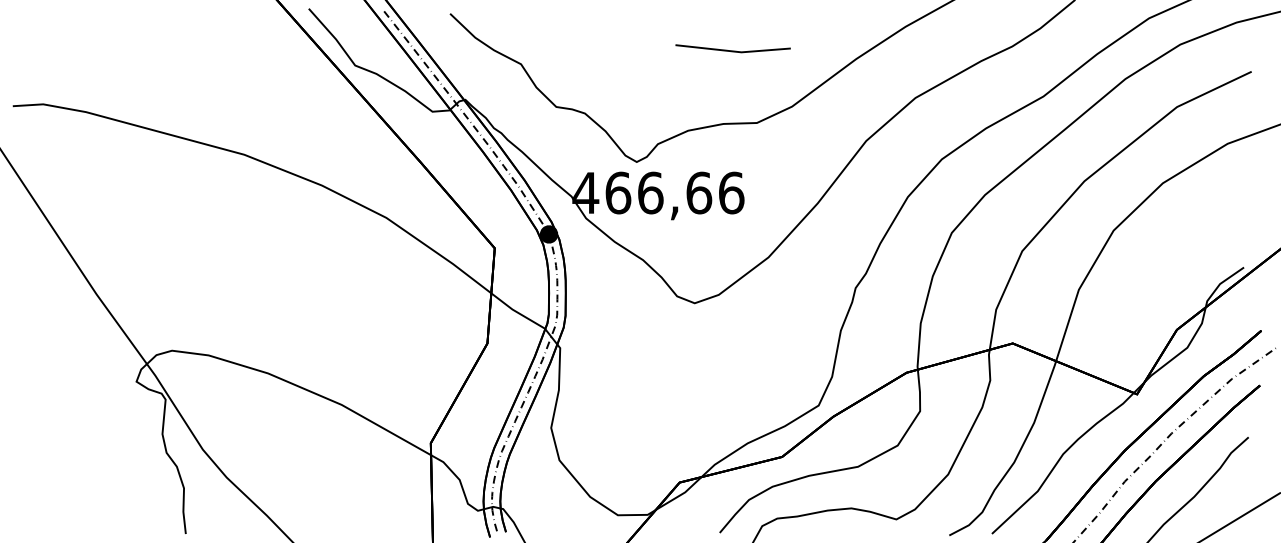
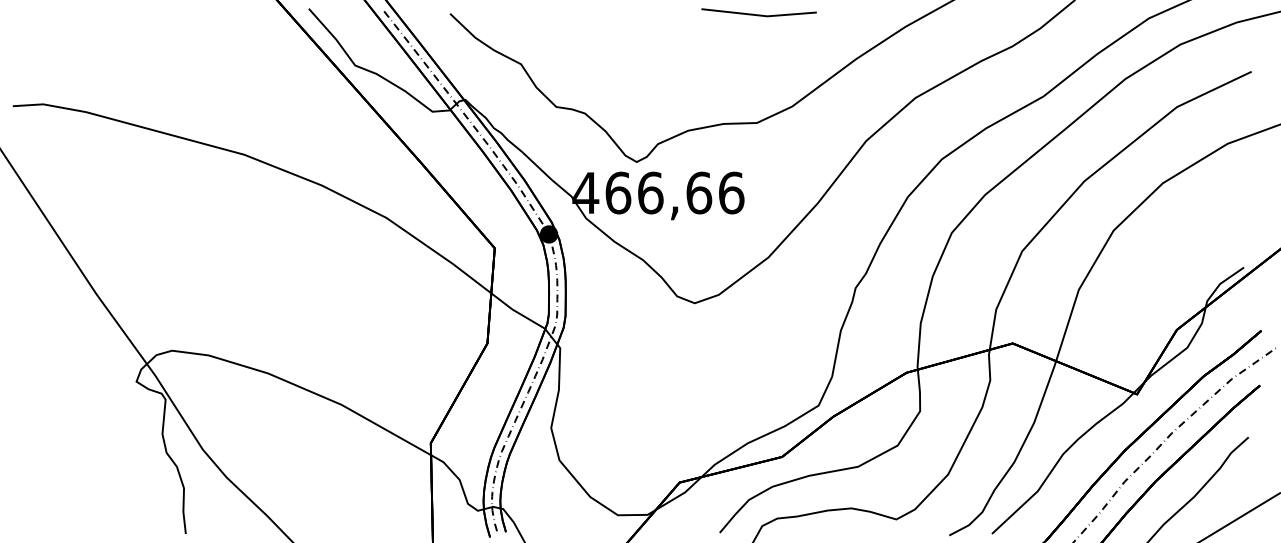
line at (732, 50) position: (732, 50) -> (758, 14)
